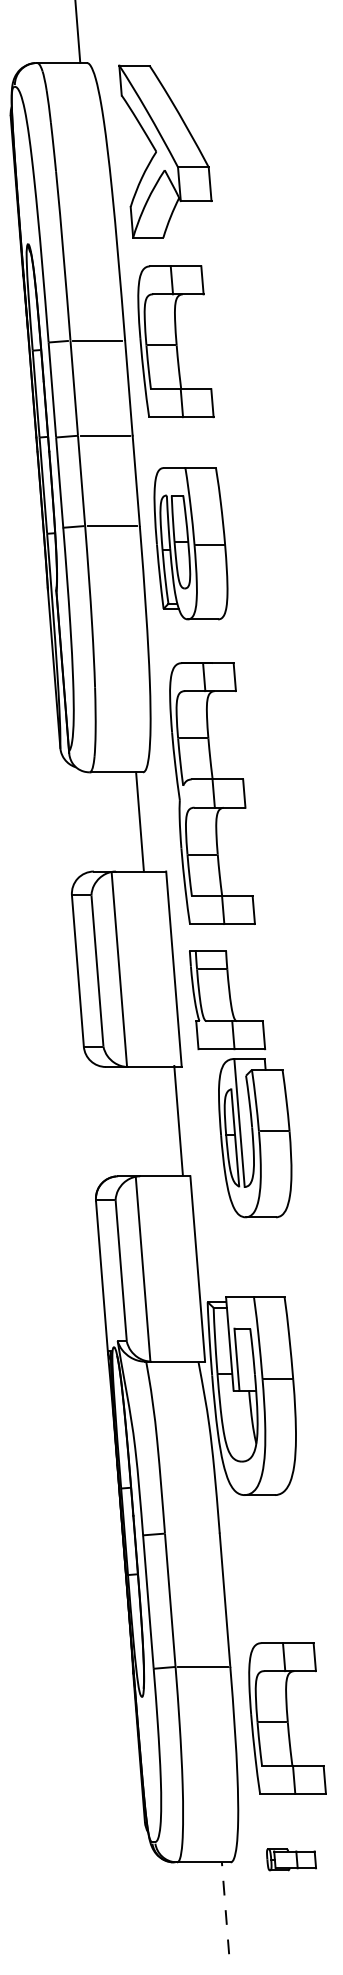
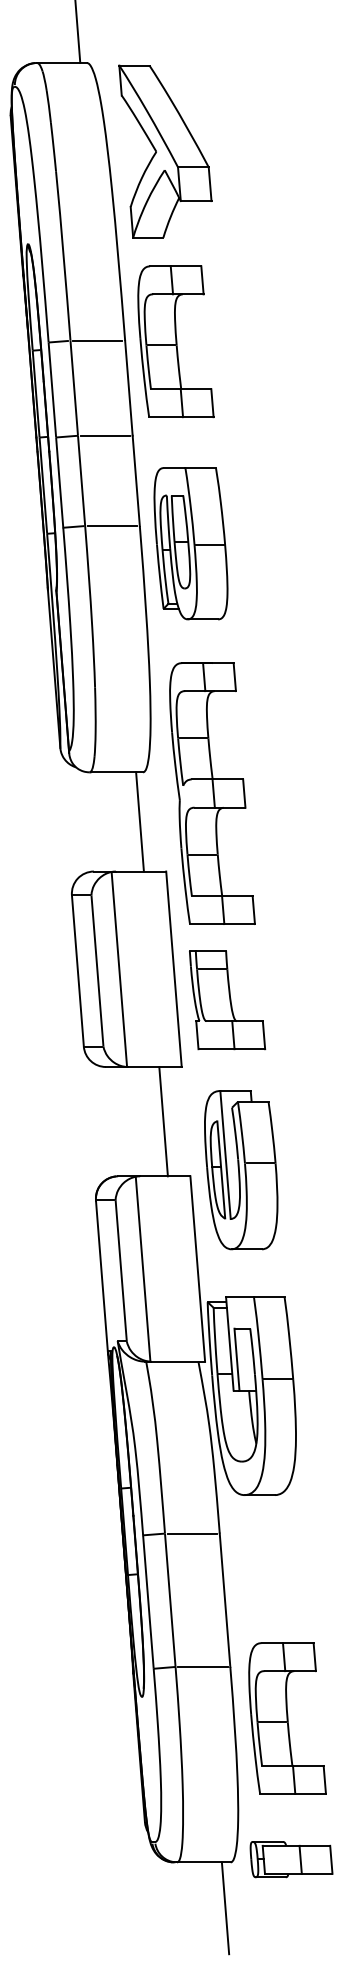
line at (178, 1120) position: (178, 1120) -> (163, 1121)
part at (255, 1138) position: (255, 1138) -> (241, 1170)
line at (192, 1533): none -> present
part at (291, 1859) size: 51x24 px -> 85x38 px
line at (225, 1907): dashed -> solid
